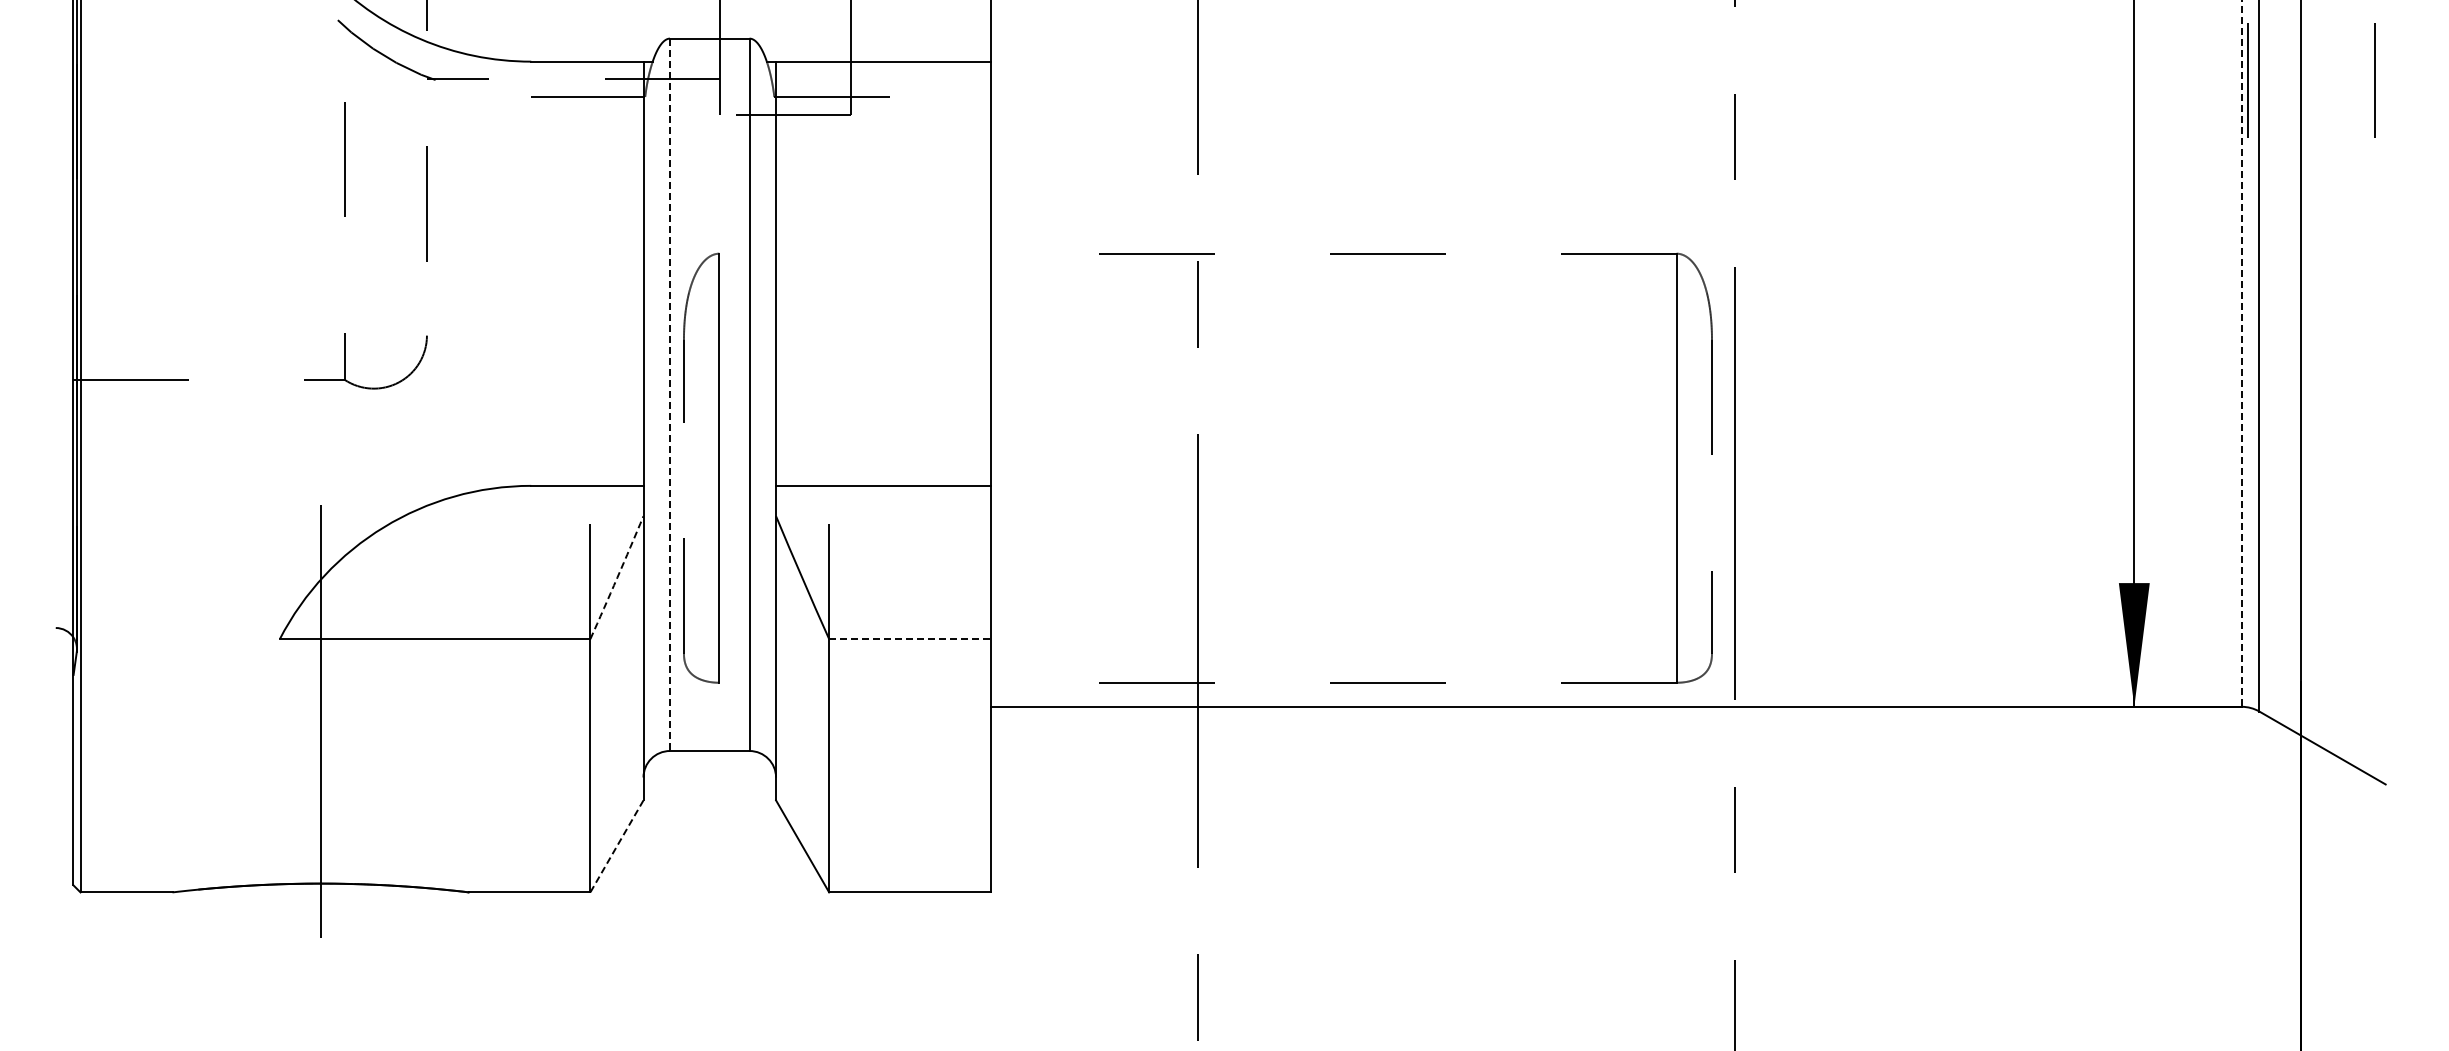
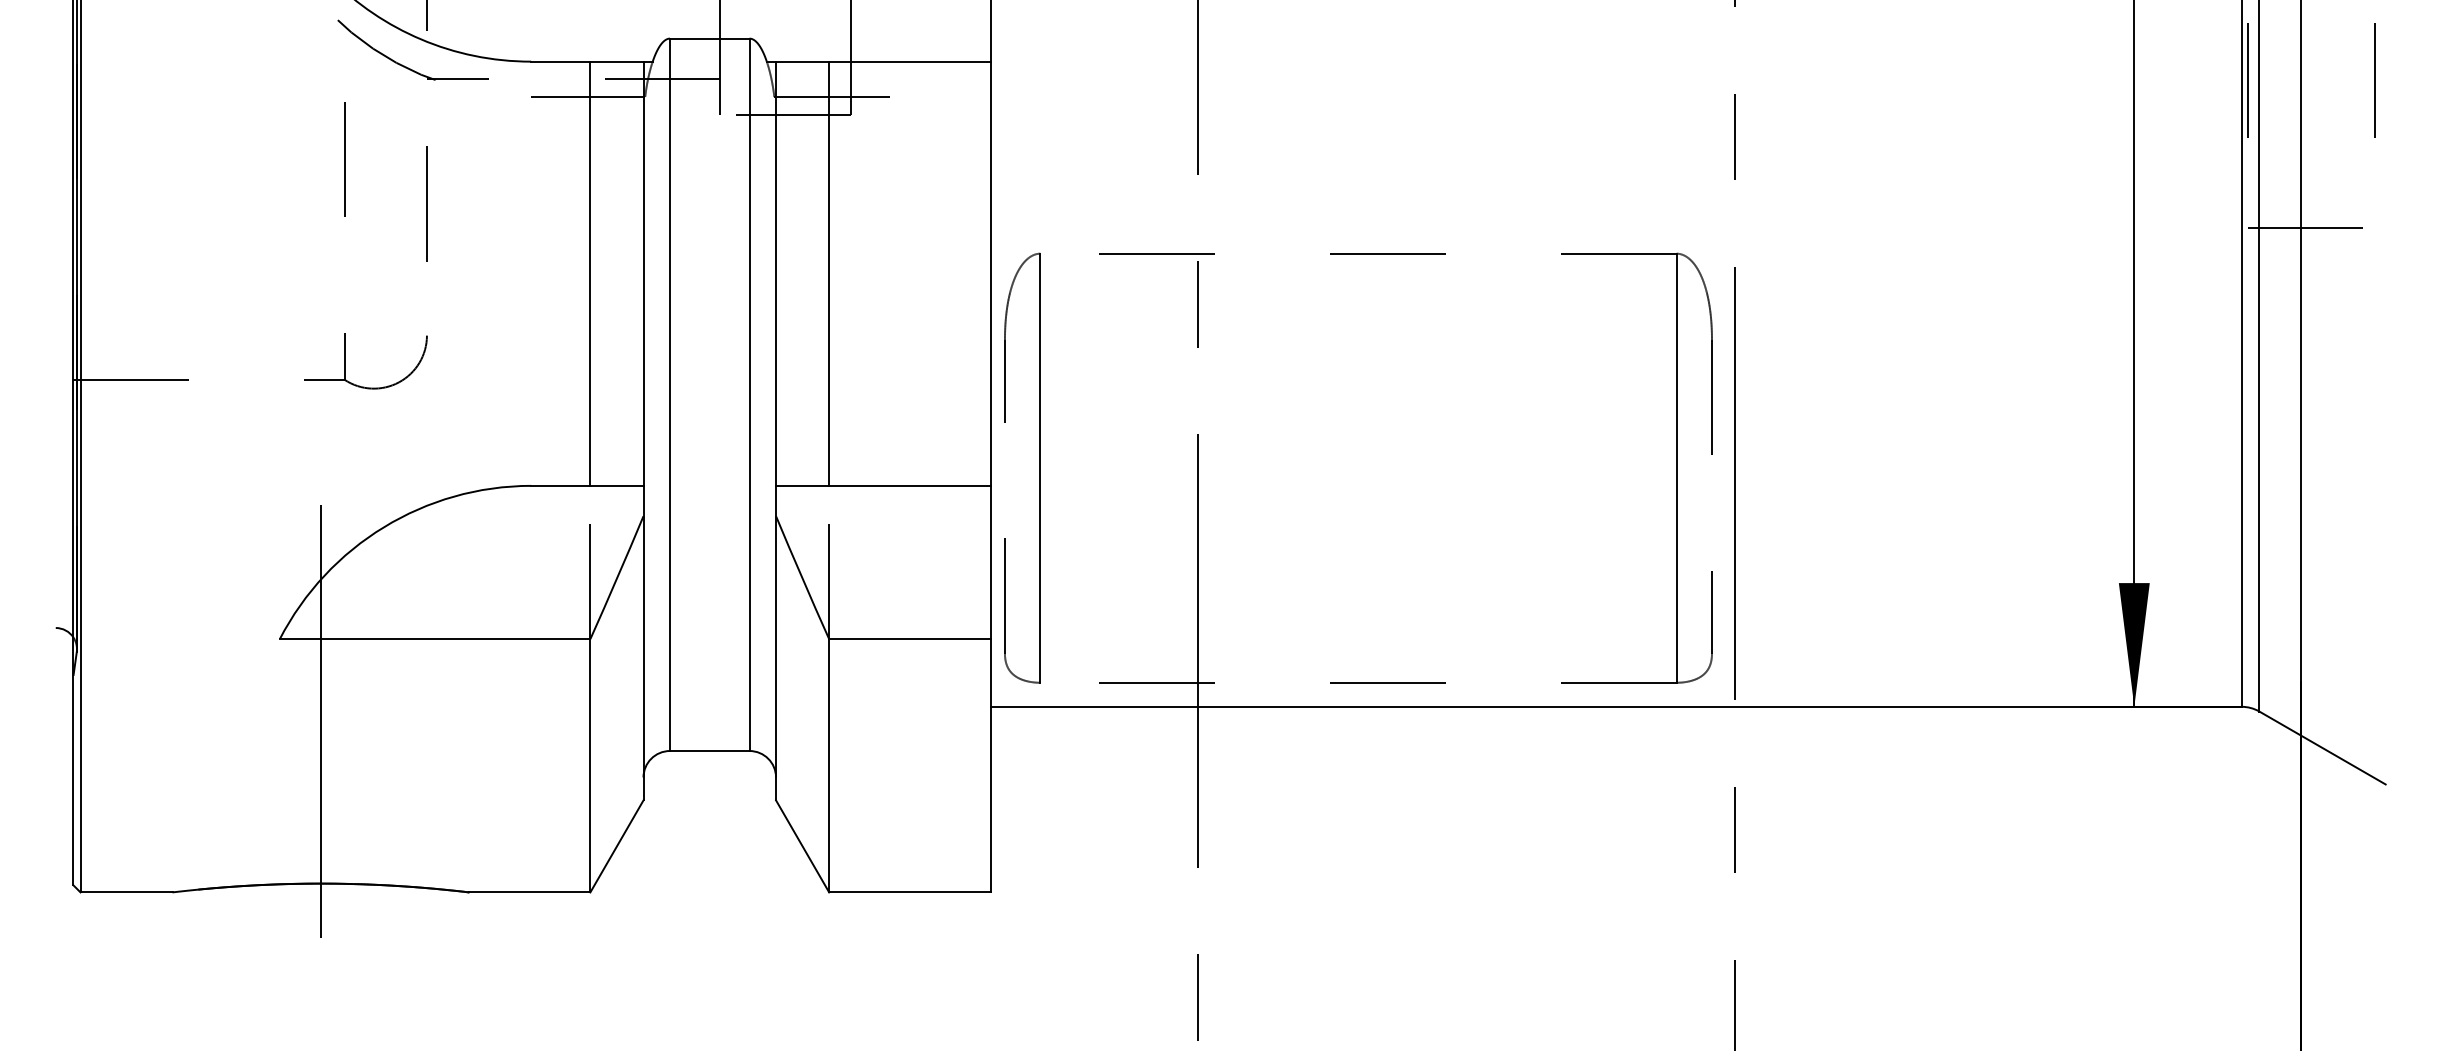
line at (2310, 227): none -> present
line at (590, 273): none -> present
line at (829, 273): none -> present
line at (2241, 353): dashed -> solid
line at (670, 395): dashed -> solid
part at (718, 467) position: (718, 467) -> (1039, 467)
arc at (617, 577): dashed -> solid
line at (910, 639): dashed -> solid
line at (616, 846): dashed -> solid
